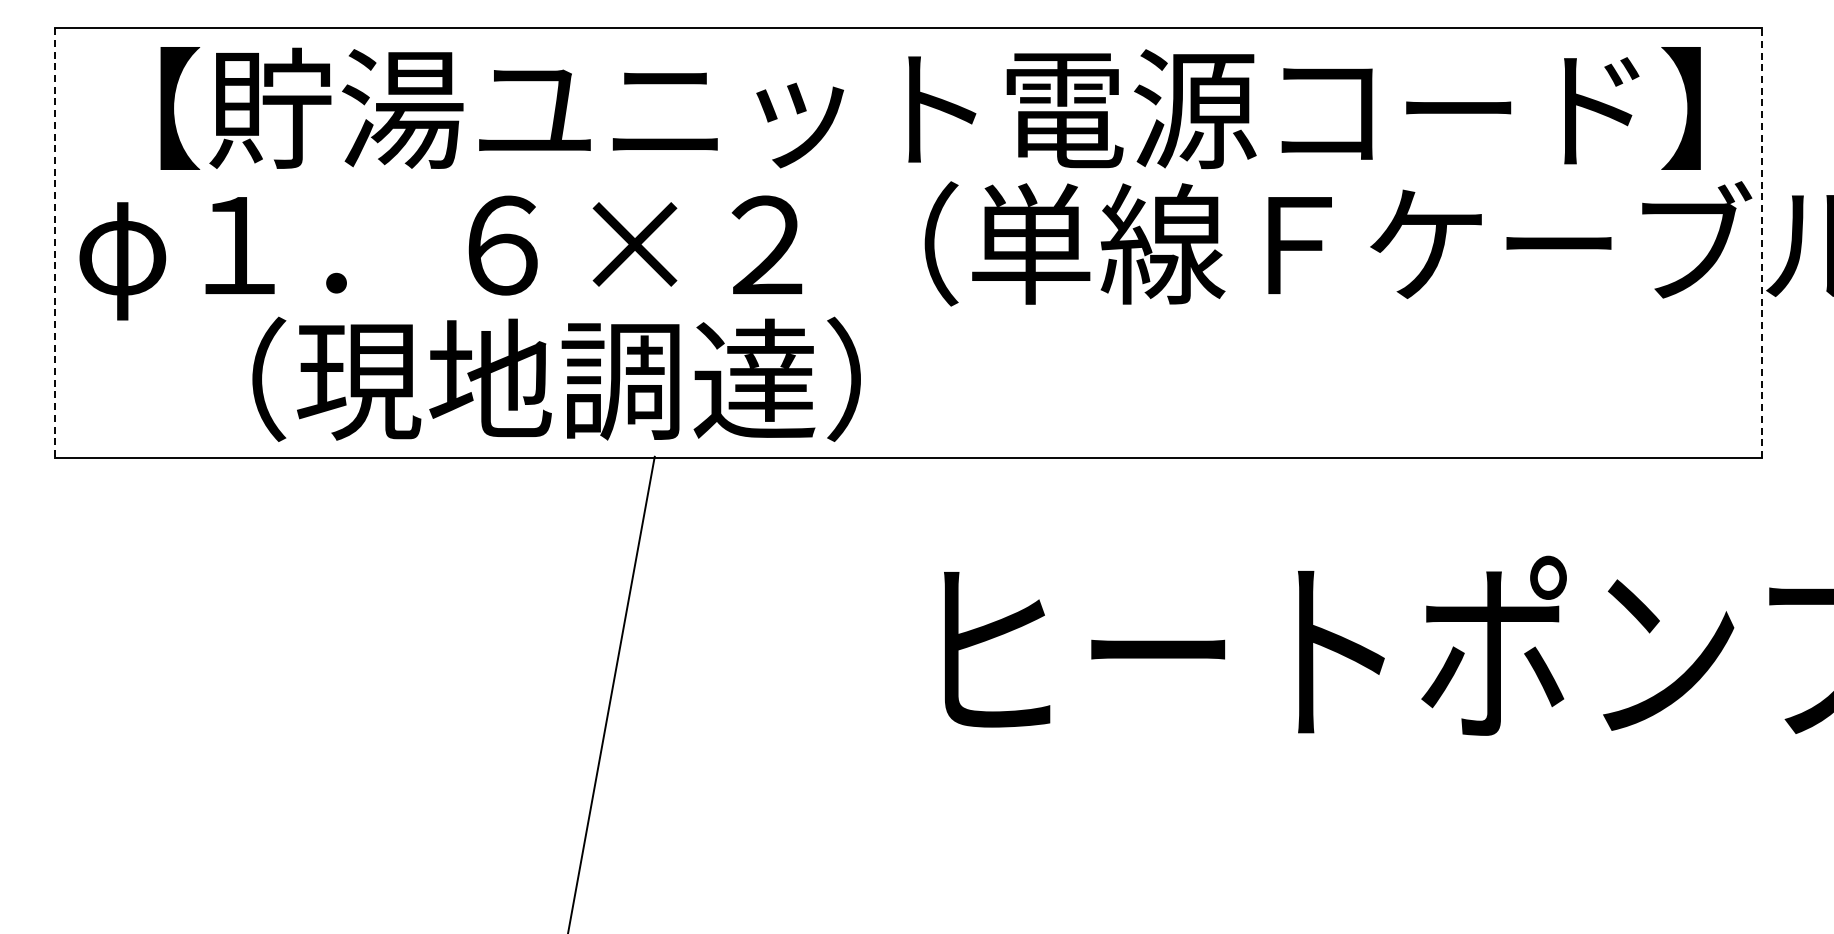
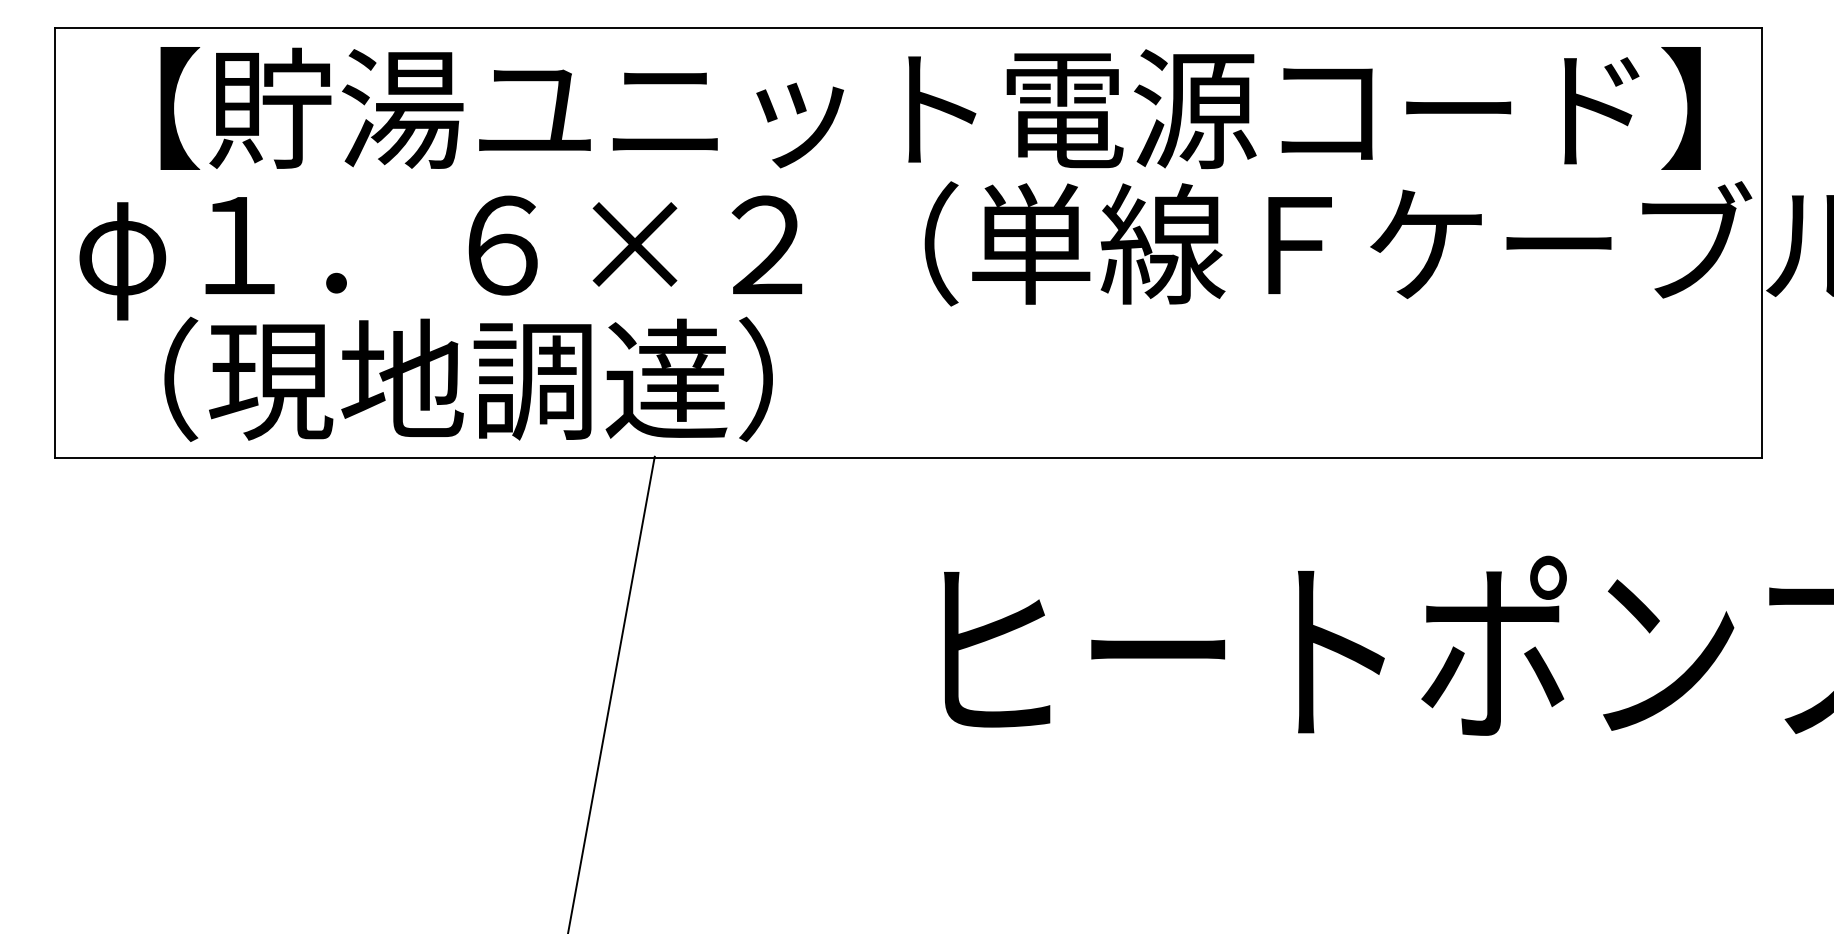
line at (55, 243): dashed -> solid
line at (1761, 243): dashed -> solid
text at (556, 378) position: (556, 378) -> (468, 378)
